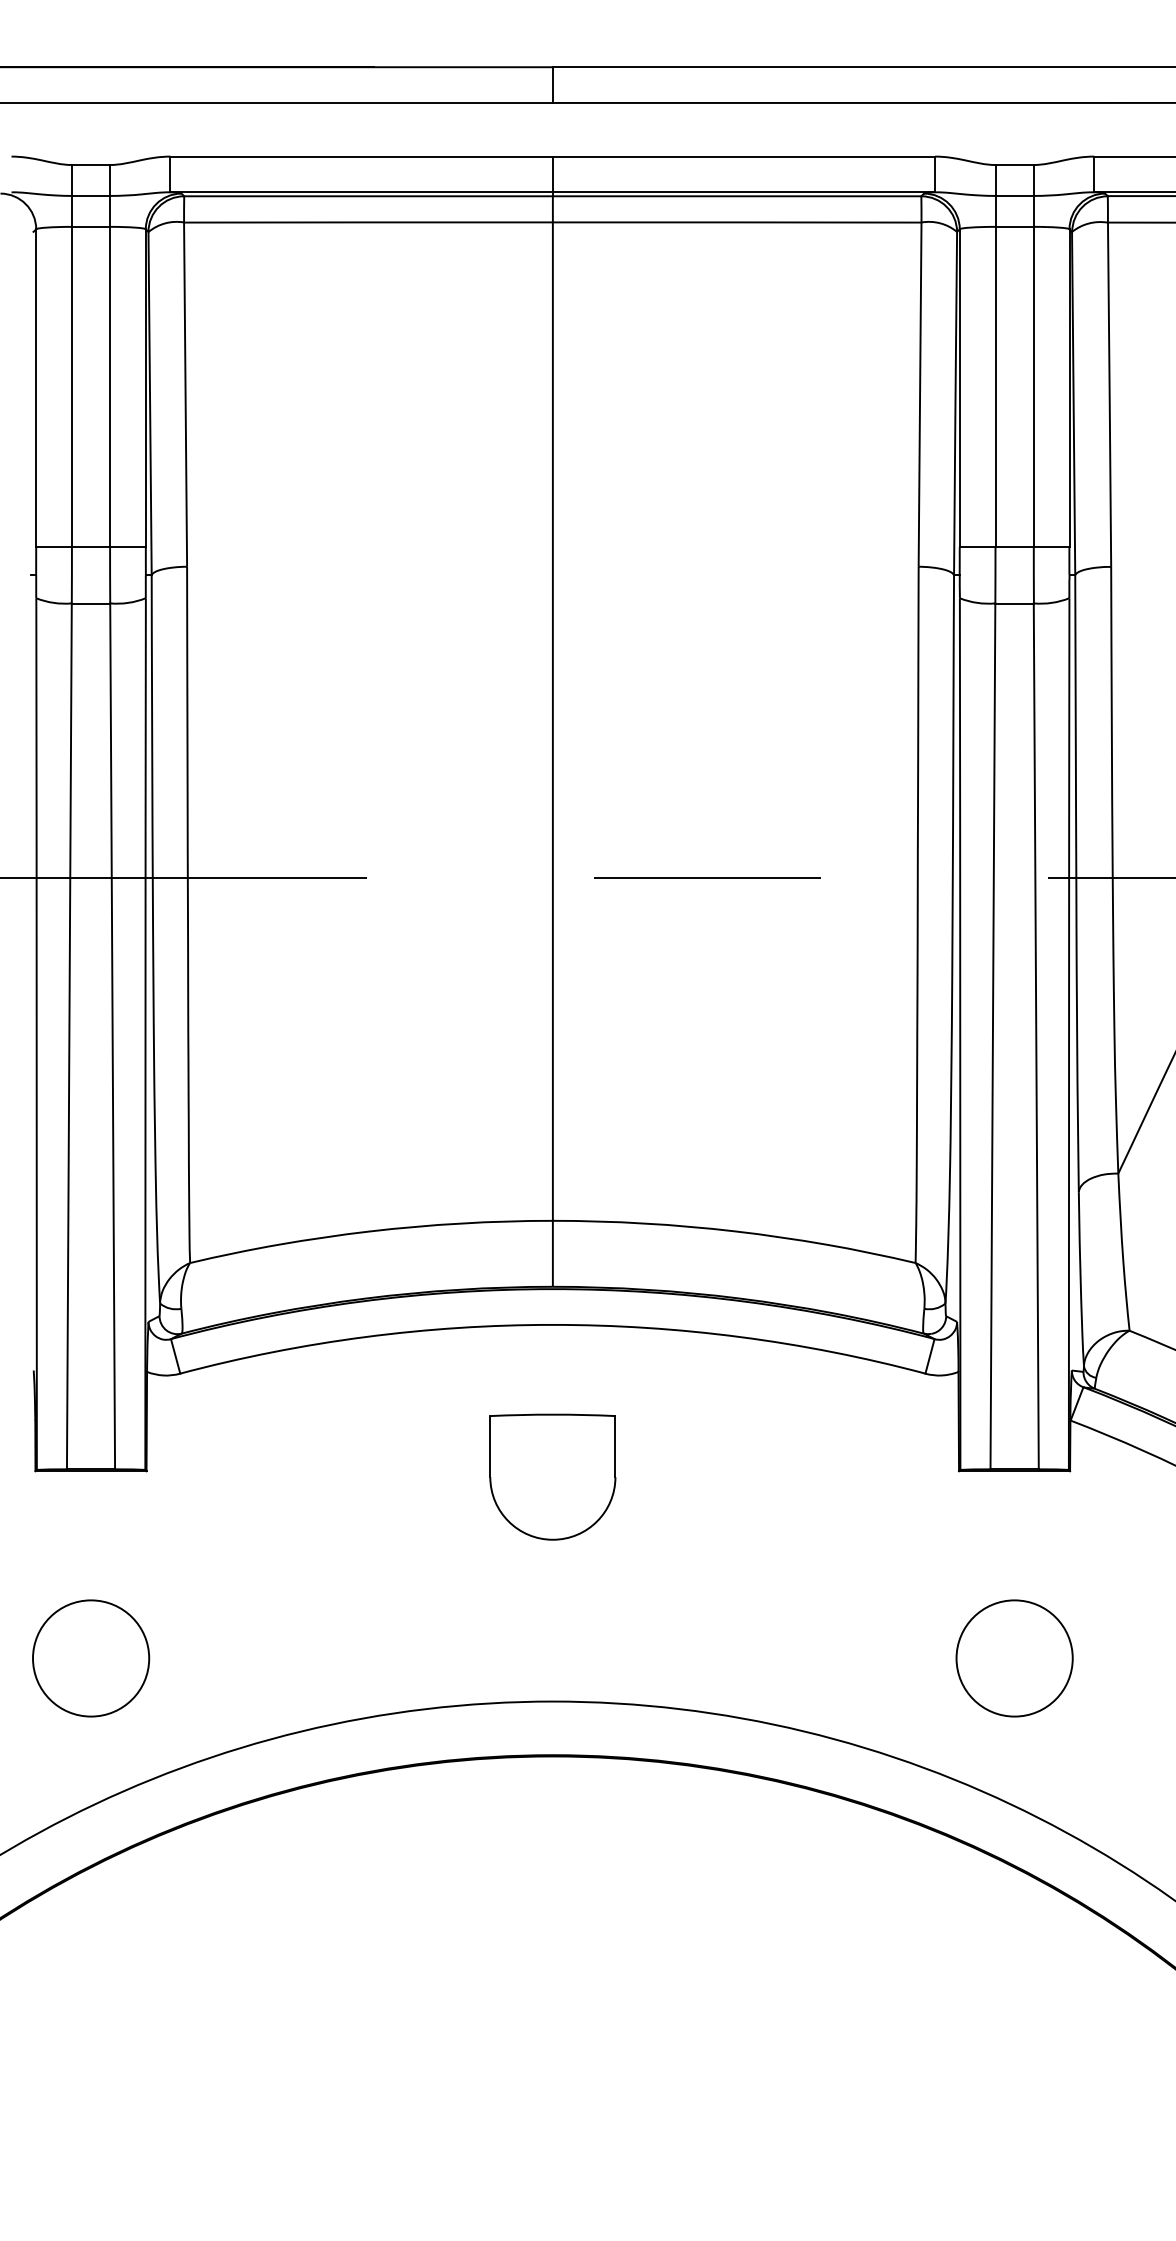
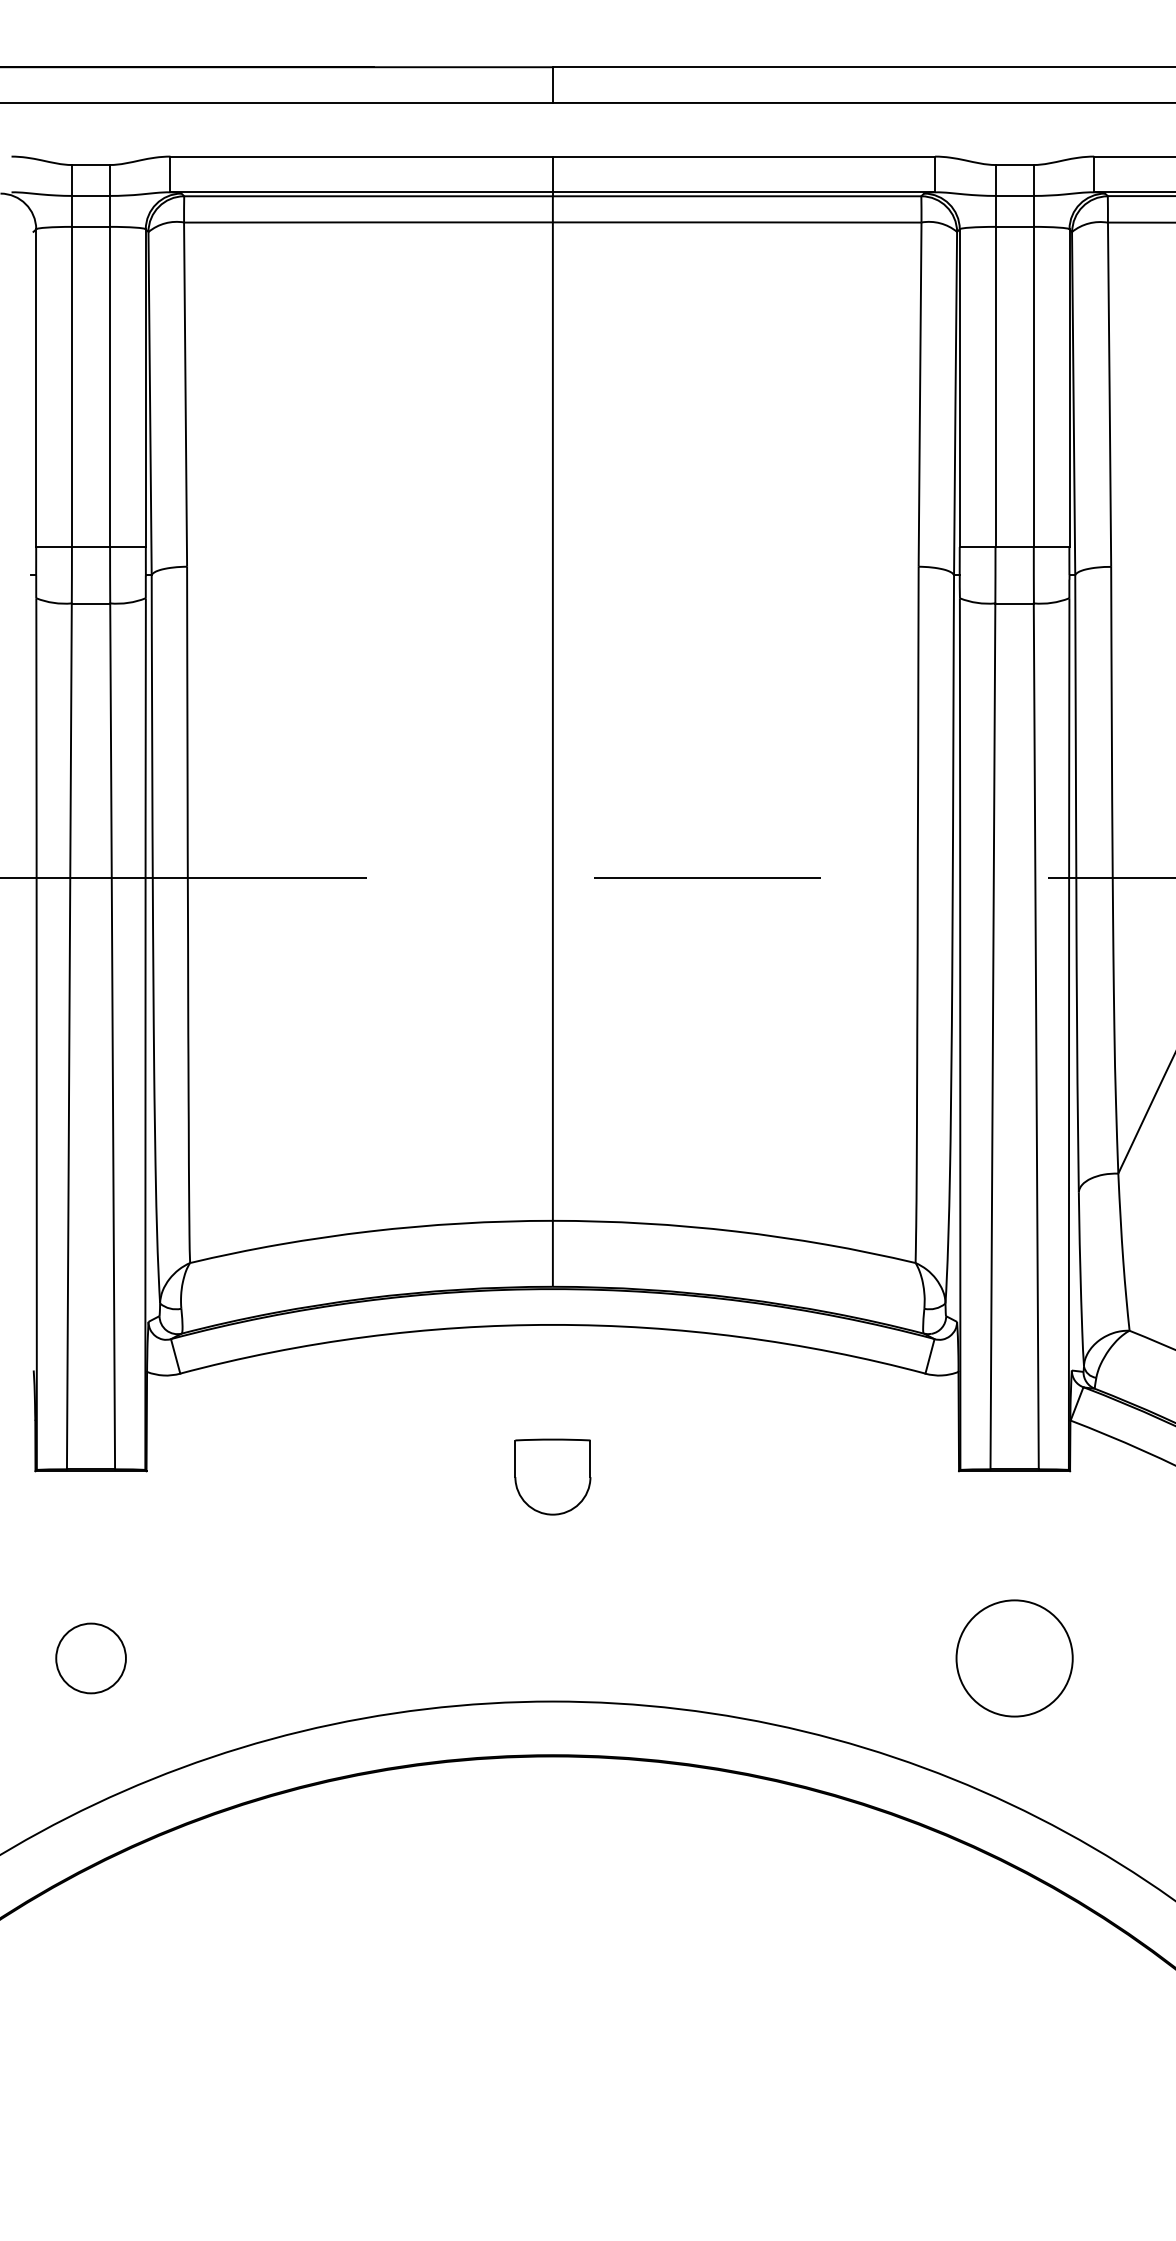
part at (552, 1476) size: 128x128 px -> 78x78 px
circle at (91, 1658) diameter: 116 px -> 70 px
